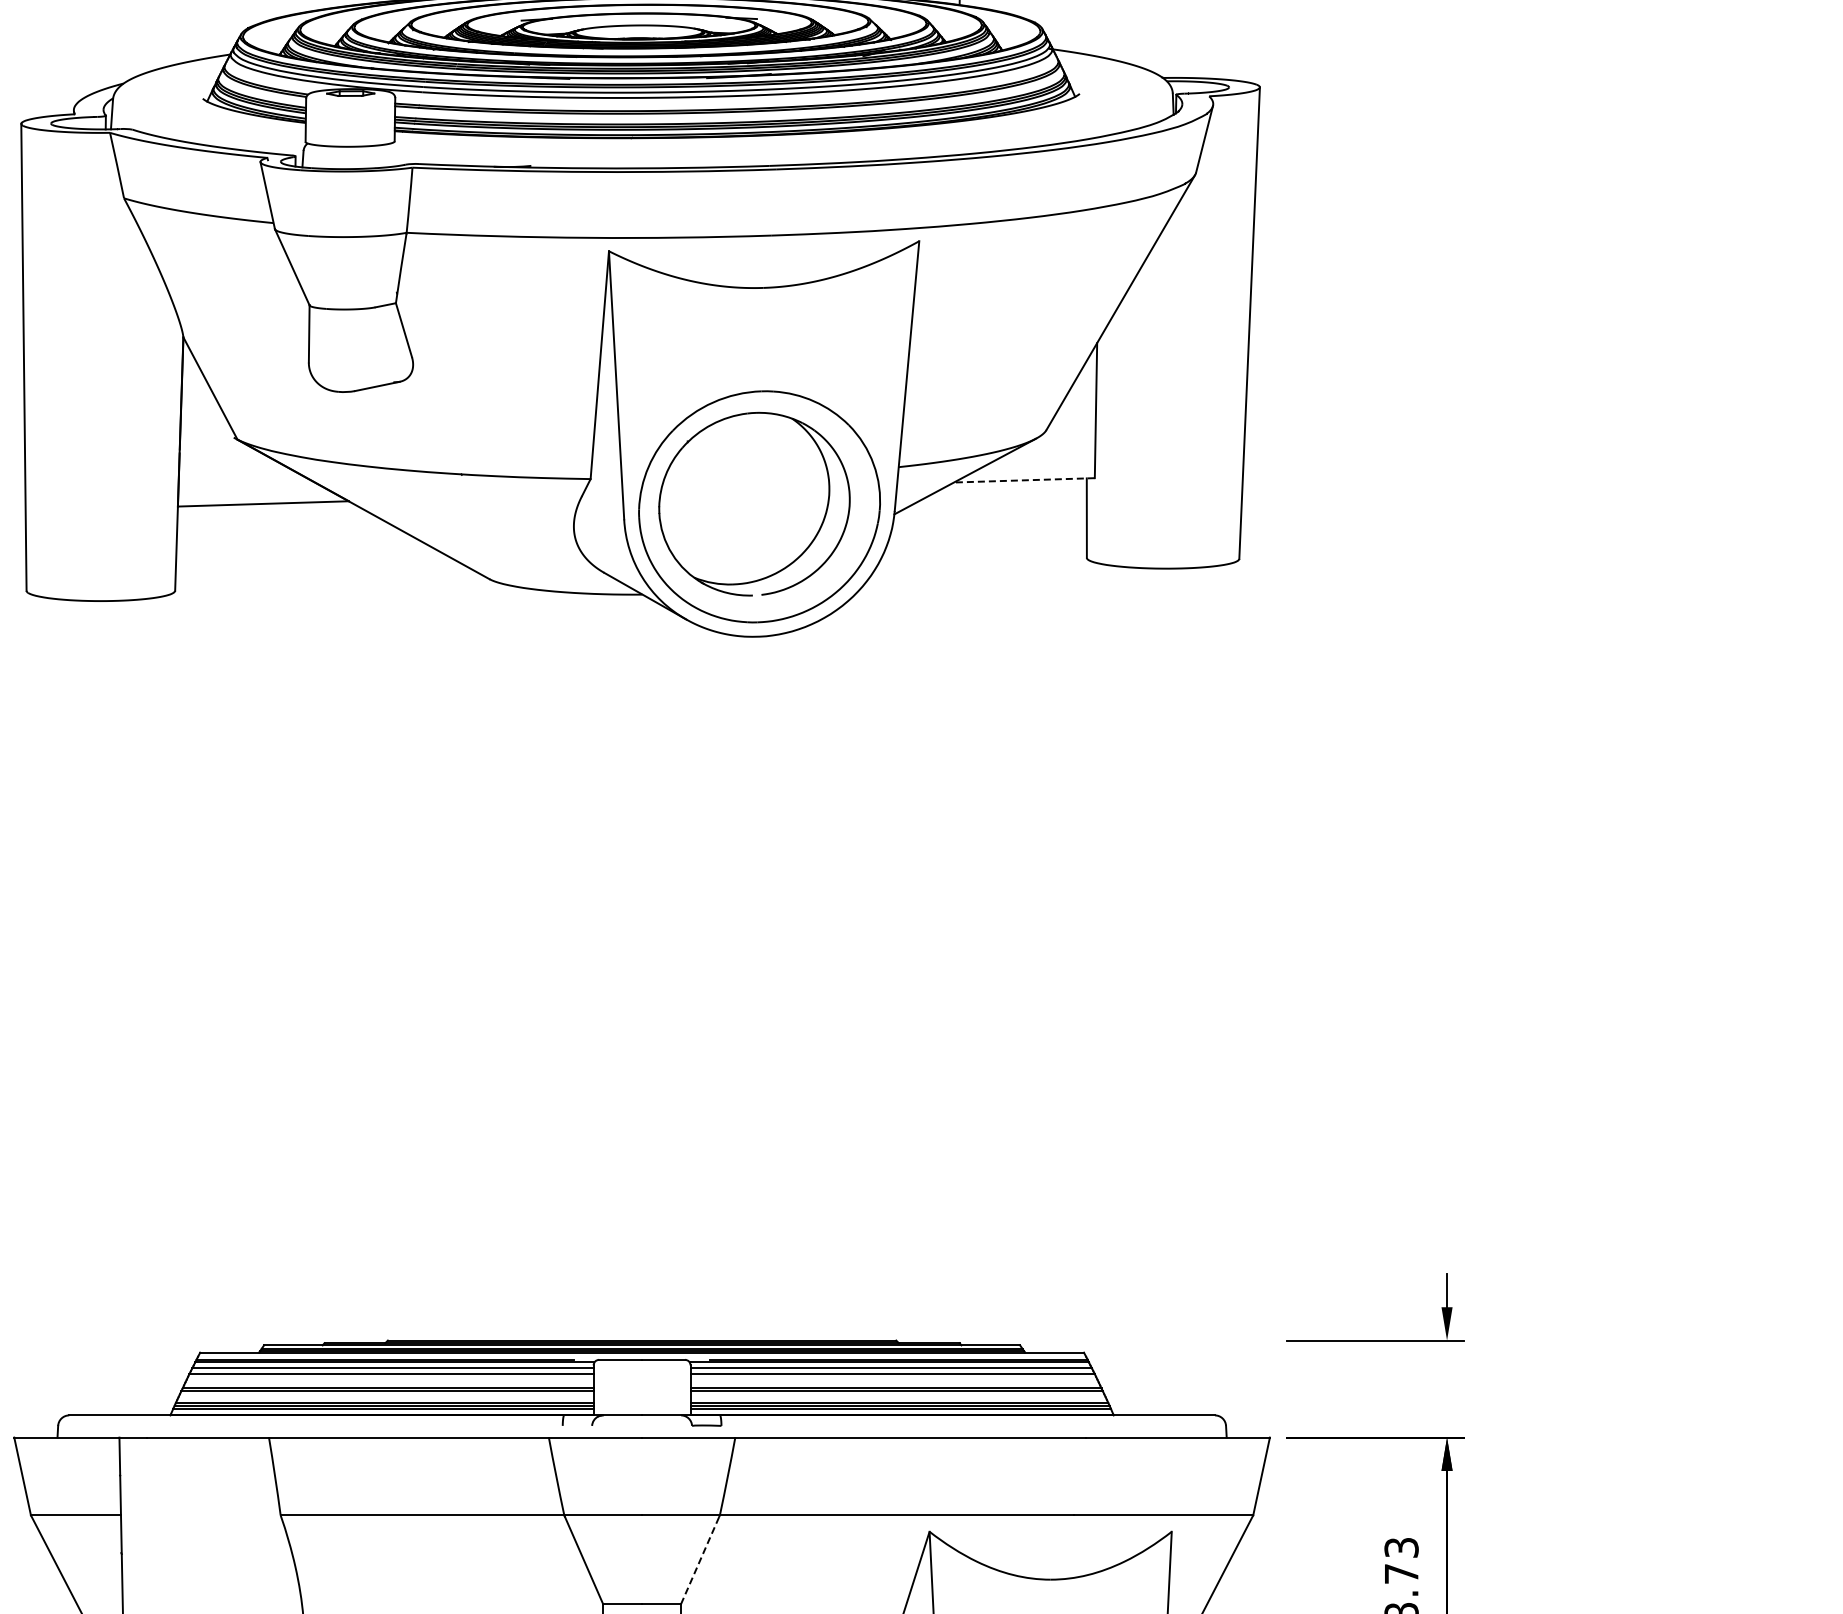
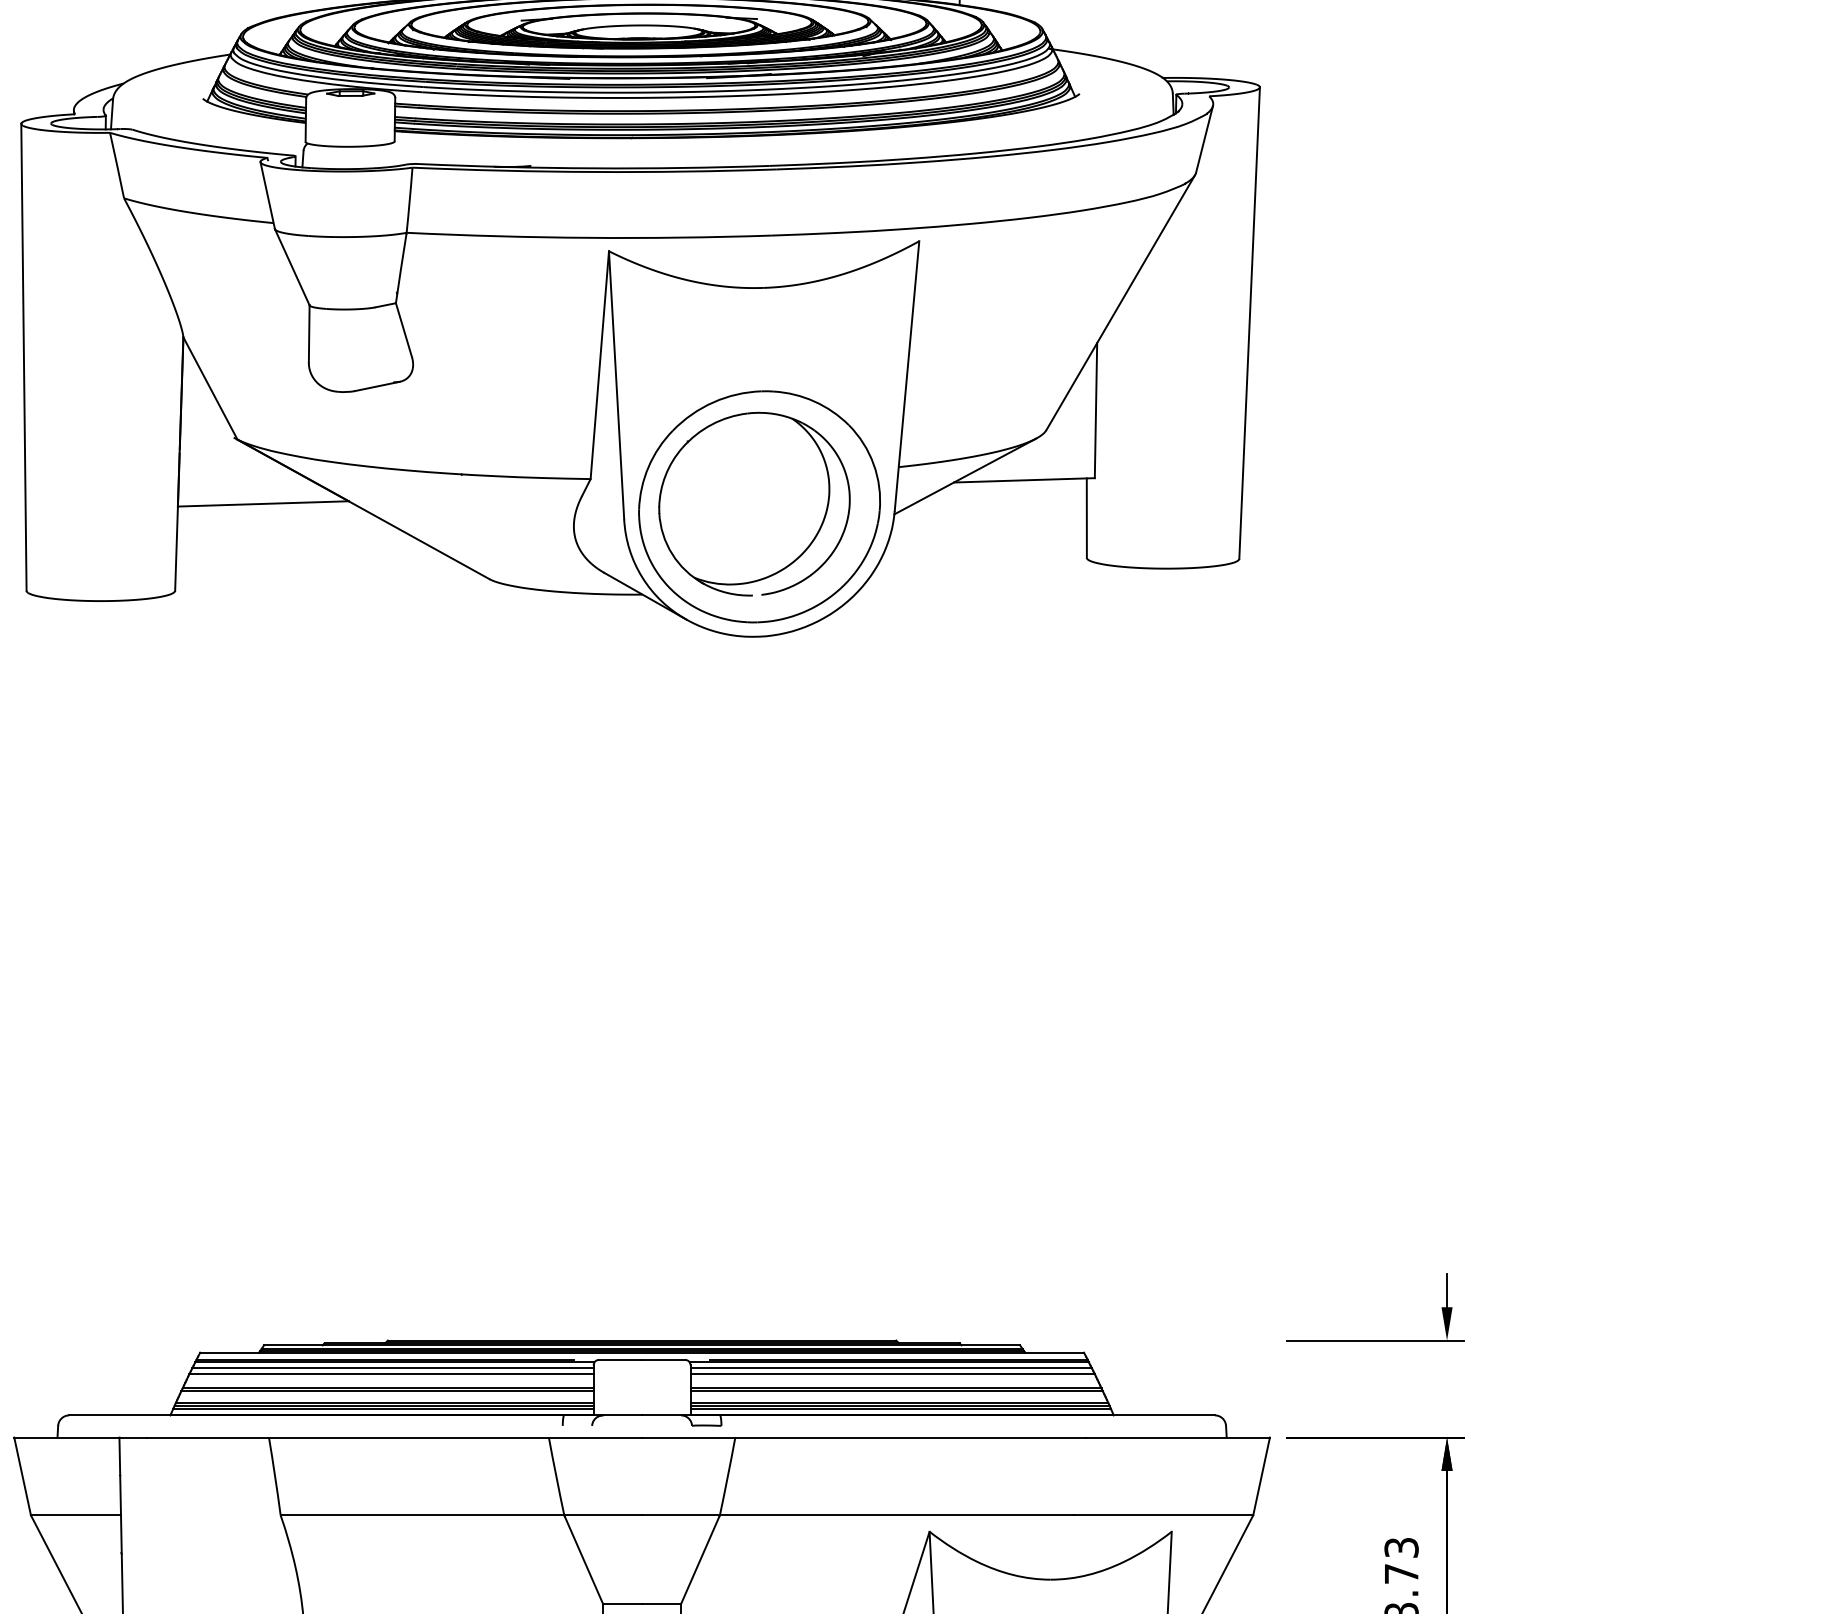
line at (1023, 480): dashed -> solid
line at (700, 1560): dashed -> solid
